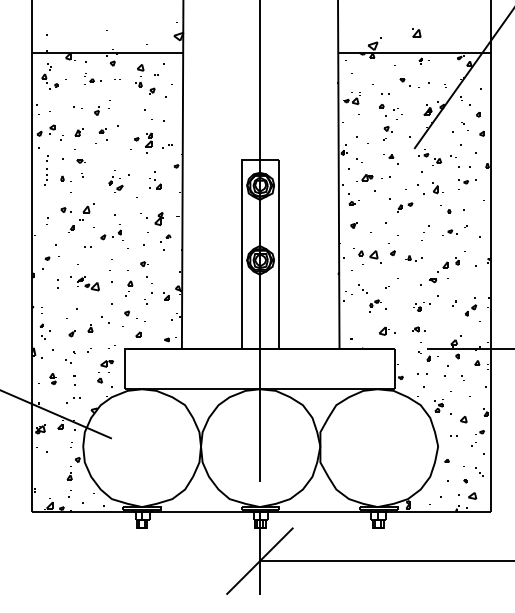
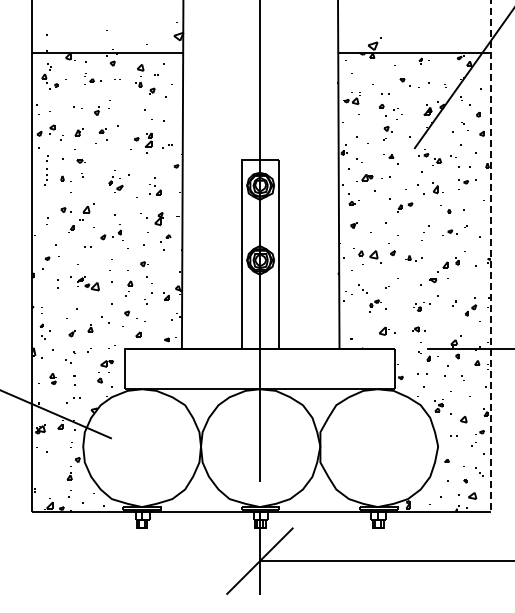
part at (416, 32): present -> none
part at (155, 180) position: (155, 180) -> (155, 186)
line at (490, 256): solid -> dashed
